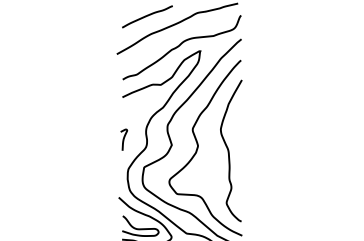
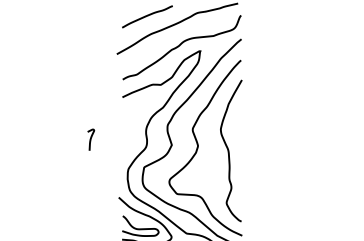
curve at (124, 139) position: (124, 139) -> (91, 139)
